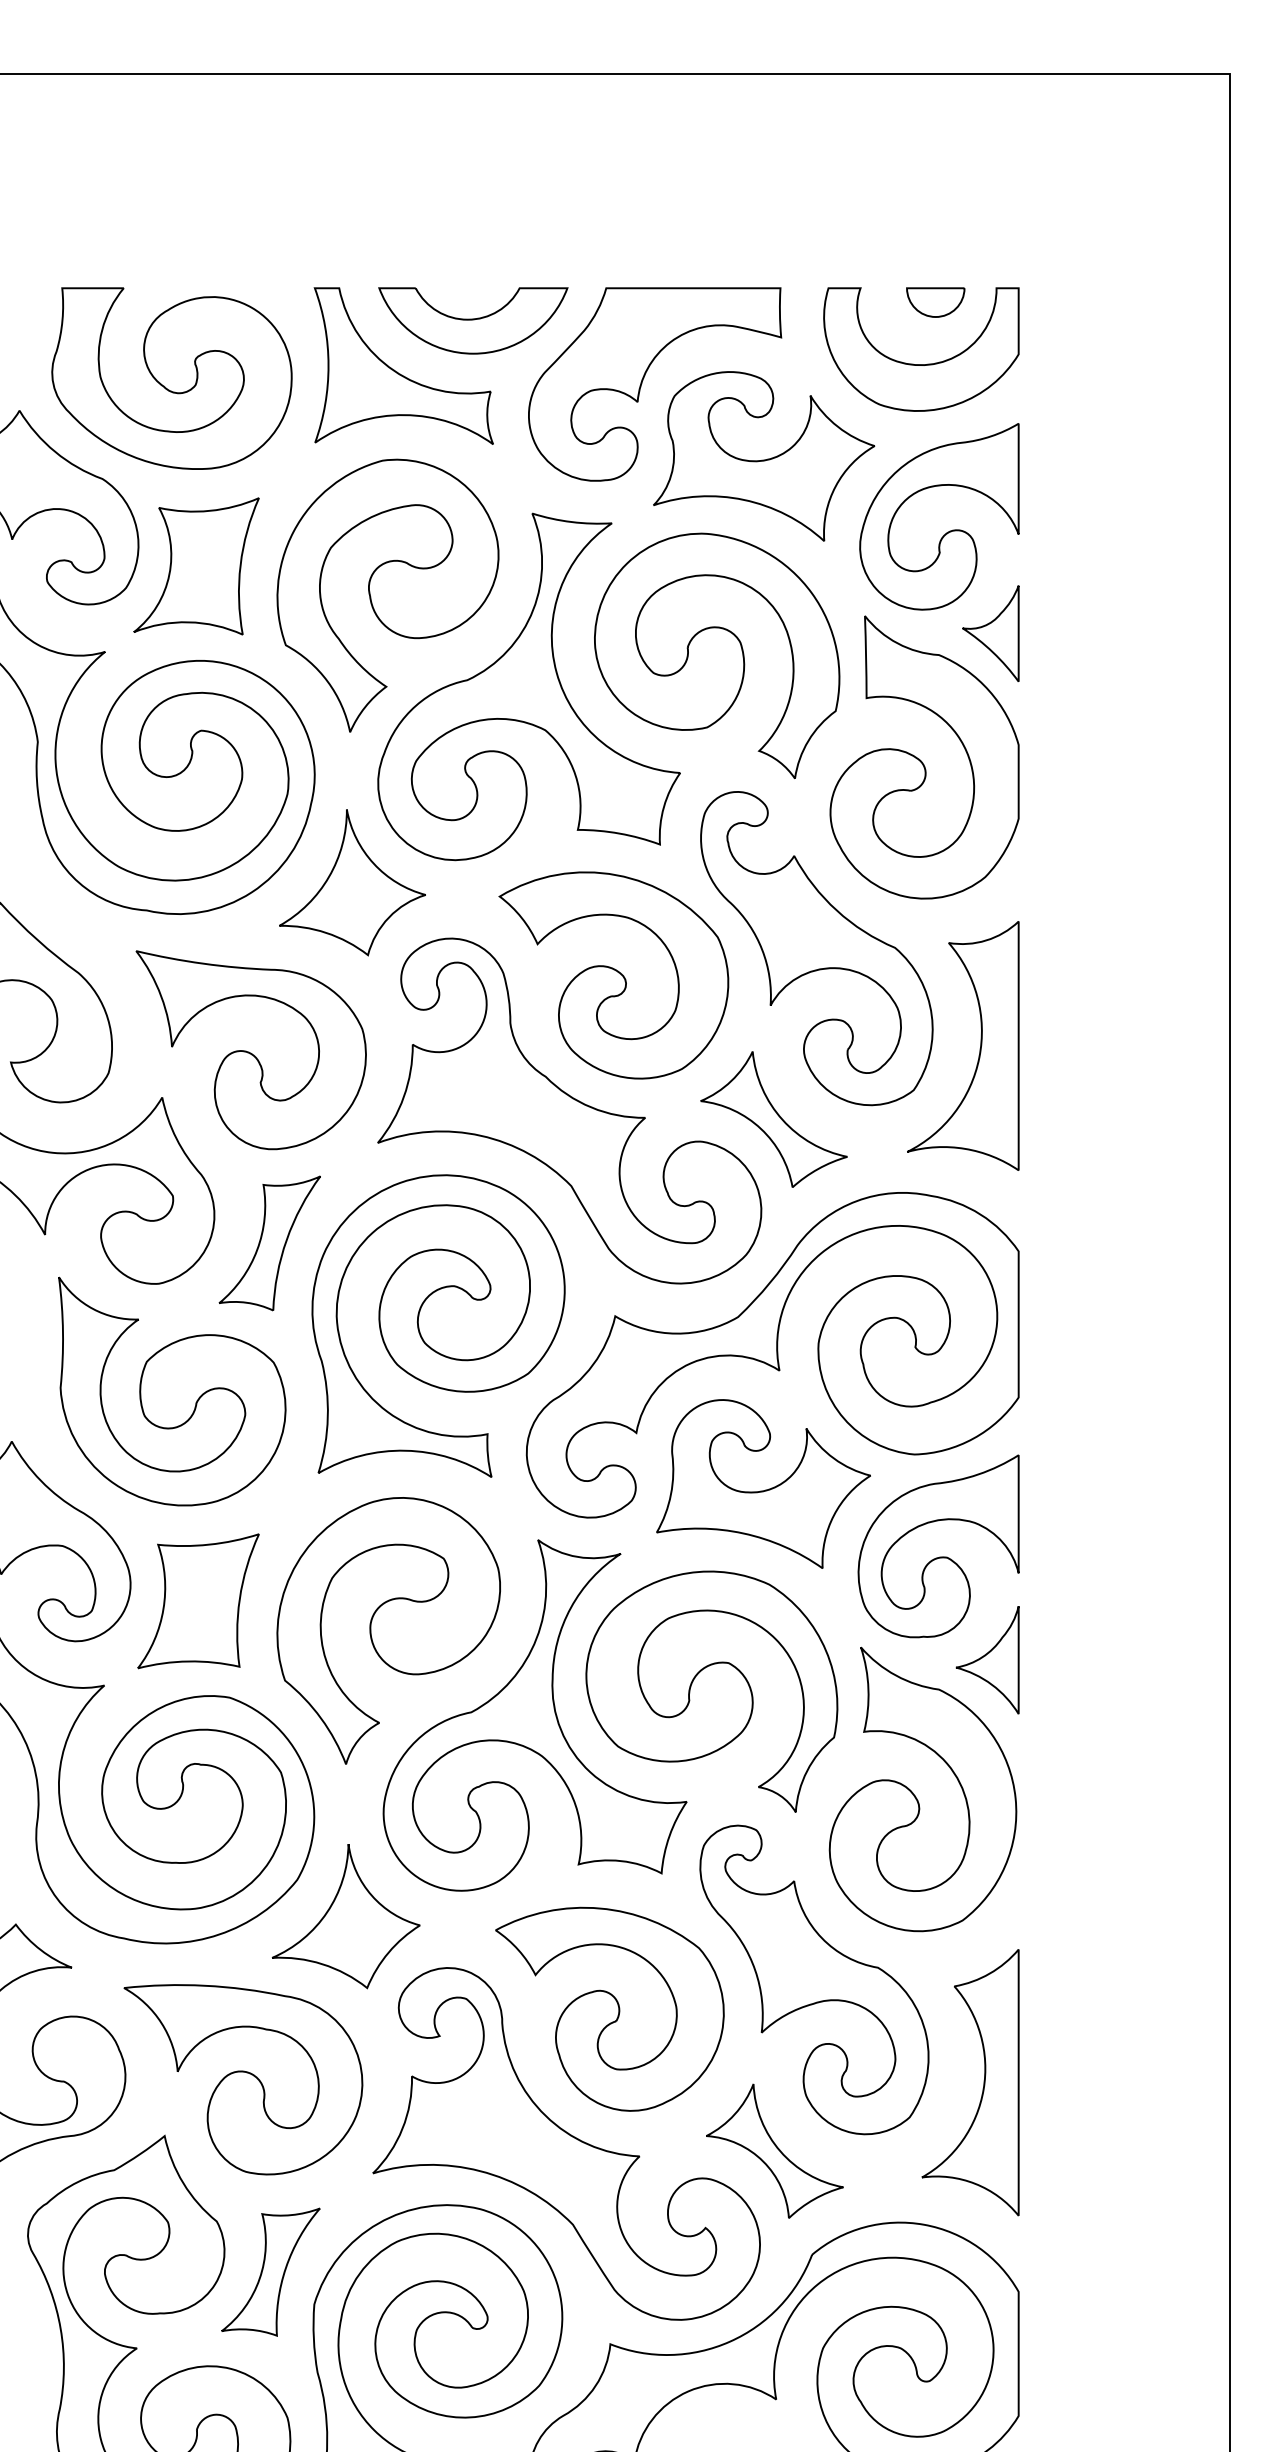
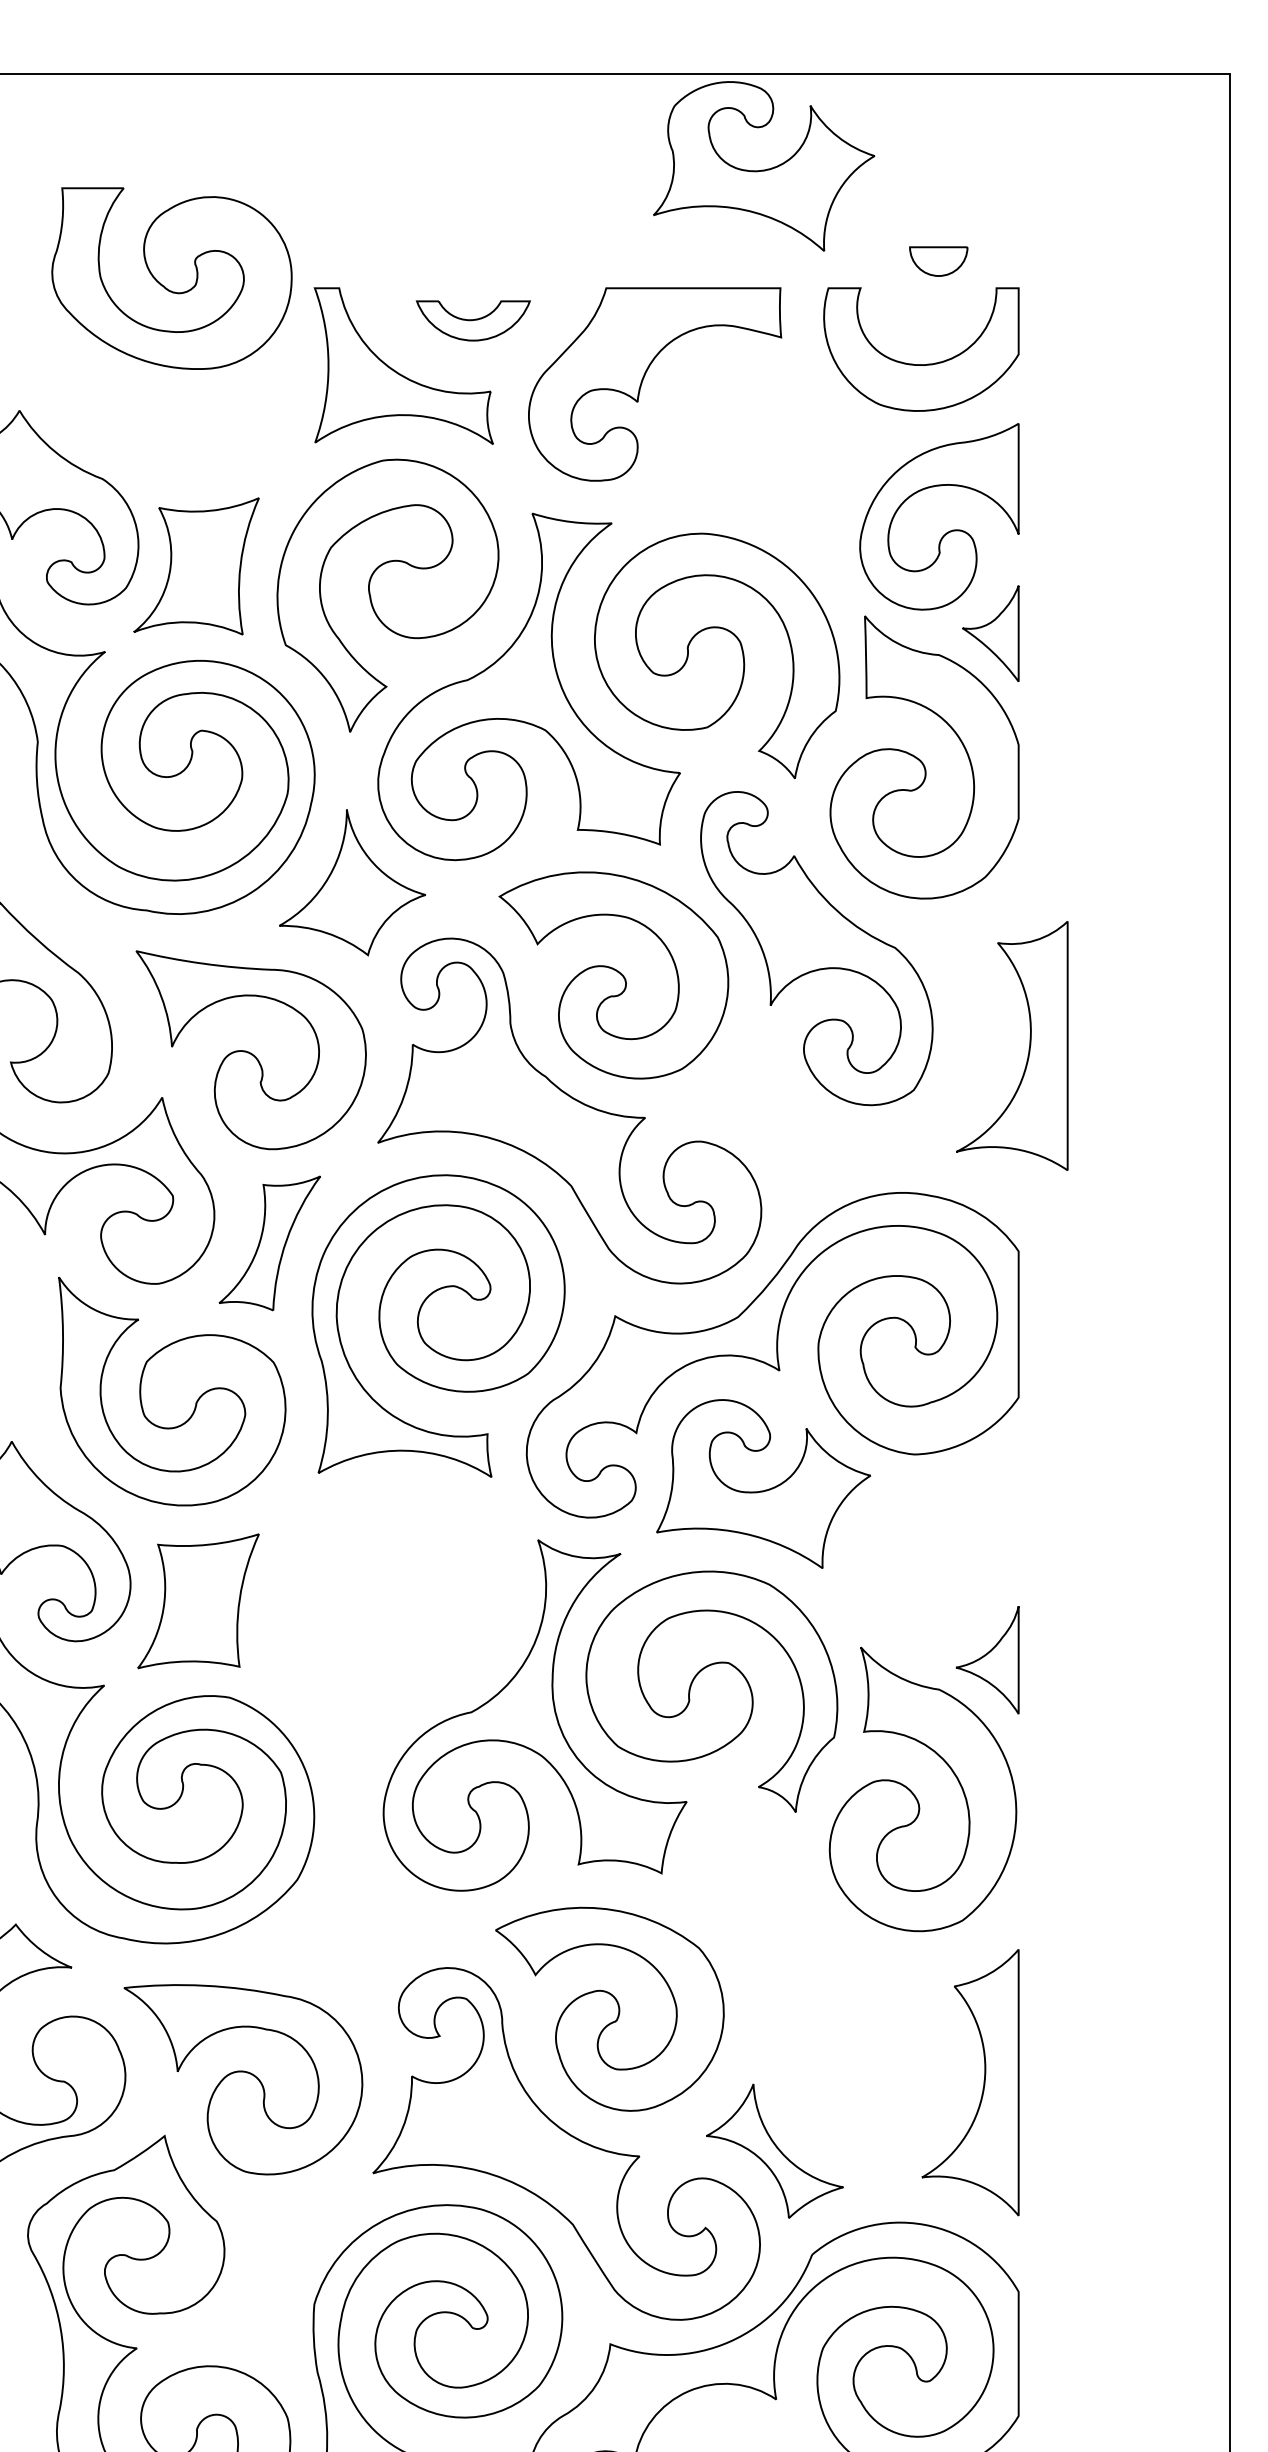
part at (935, 302) position: (935, 302) -> (938, 261)
part at (473, 320) size: 191x68 px -> 116x42 px
part at (171, 378) position: (171, 378) -> (171, 278)
part at (764, 456) position: (764, 456) -> (764, 166)
part at (979, 1048) position: (979, 1048) -> (1028, 1048)
part at (773, 1119): present -> none
part at (939, 1556): present -> none
part at (388, 1630): present -> none
part at (345, 1916): present -> none
part at (814, 1979): present -> none
part at (270, 2271): present -> none
